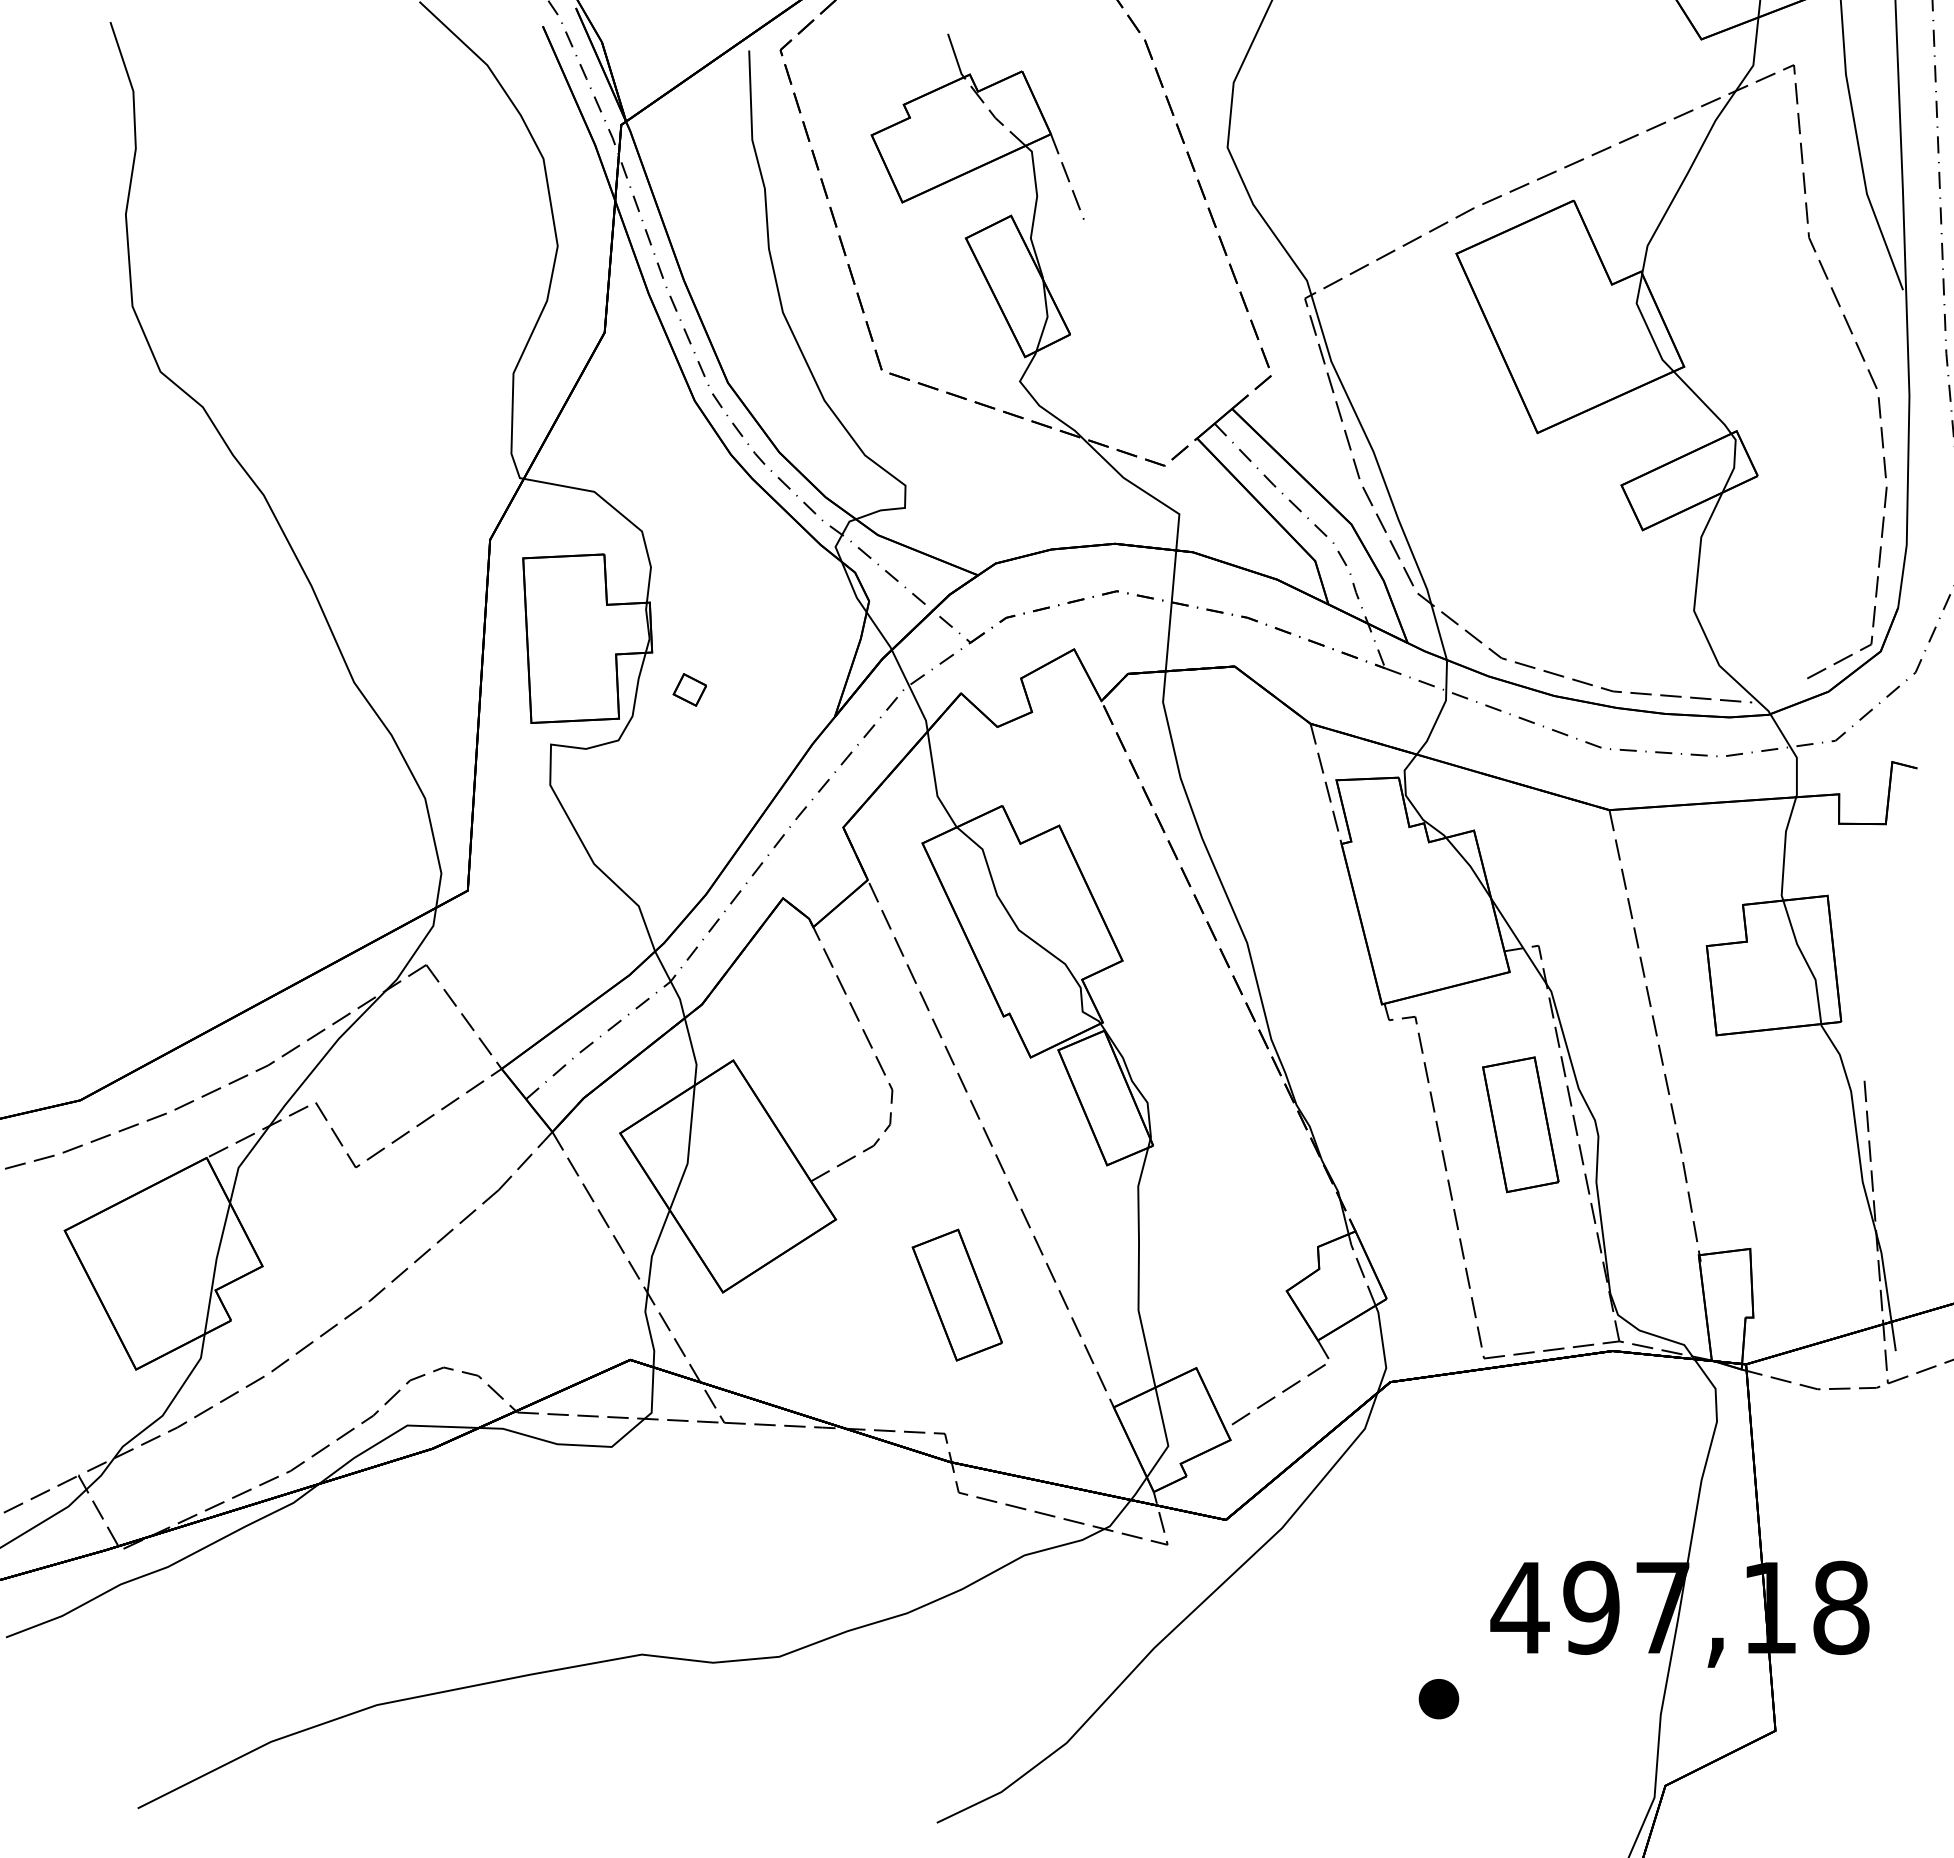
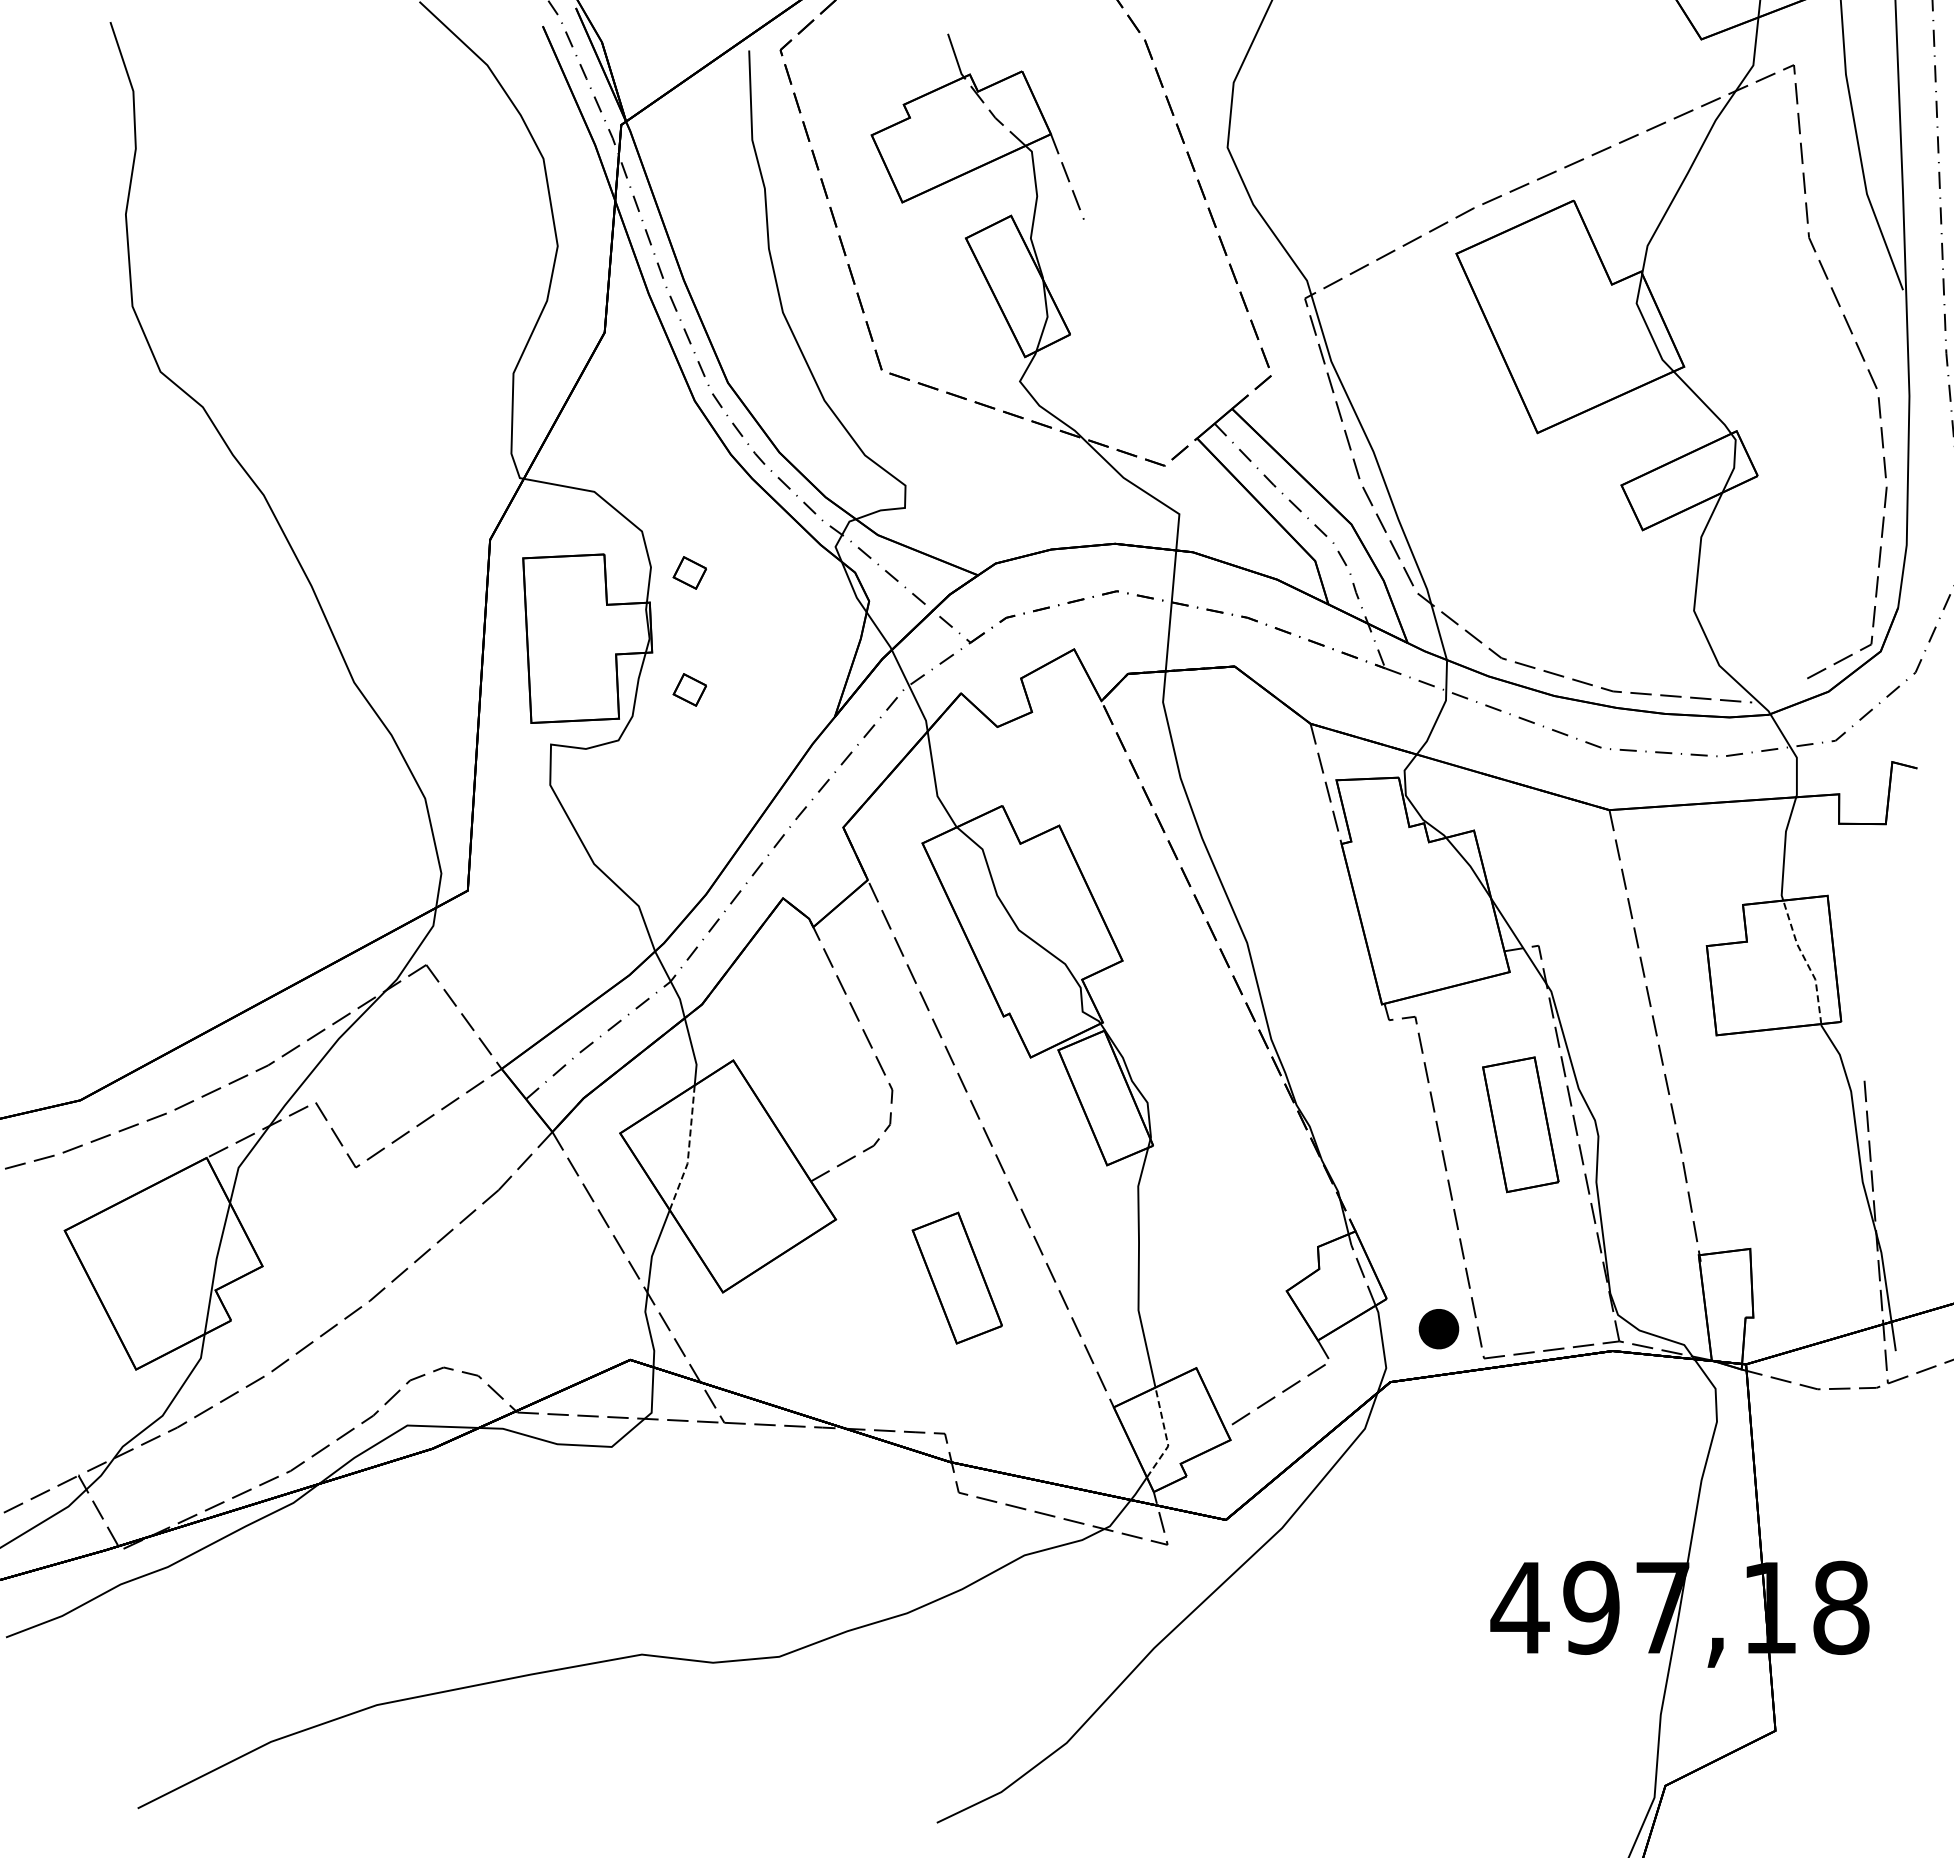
part at (689, 572): none -> present
line at (1806, 961): solid -> dashed
line at (688, 1149): solid -> dashed
part at (956, 1294) position: (956, 1294) -> (956, 1277)
line at (1166, 1436): solid -> dashed
part at (1438, 1699) position: (1438, 1699) -> (1438, 1329)
